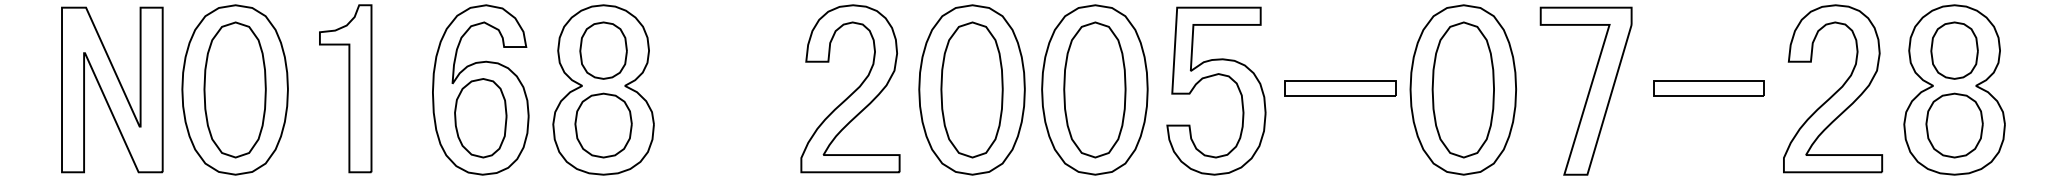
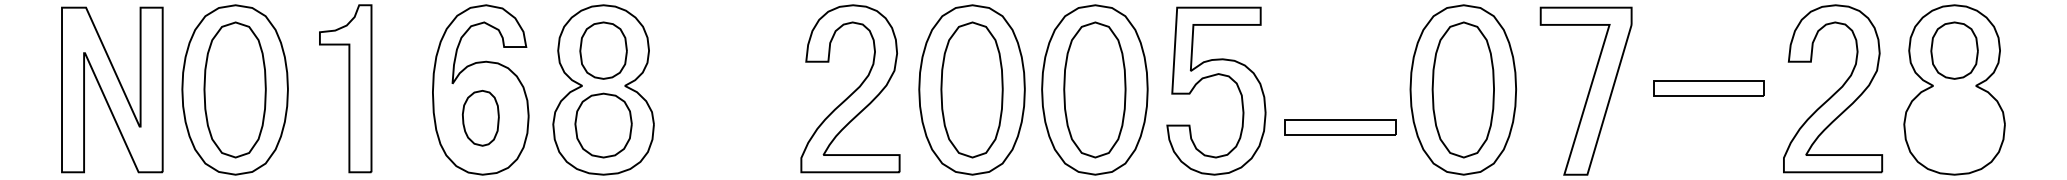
part at (1340, 88) position: (1340, 88) -> (1340, 127)
part at (480, 118) size: 54x81 px -> 39x57 px
part at (1954, 125): present -> none
